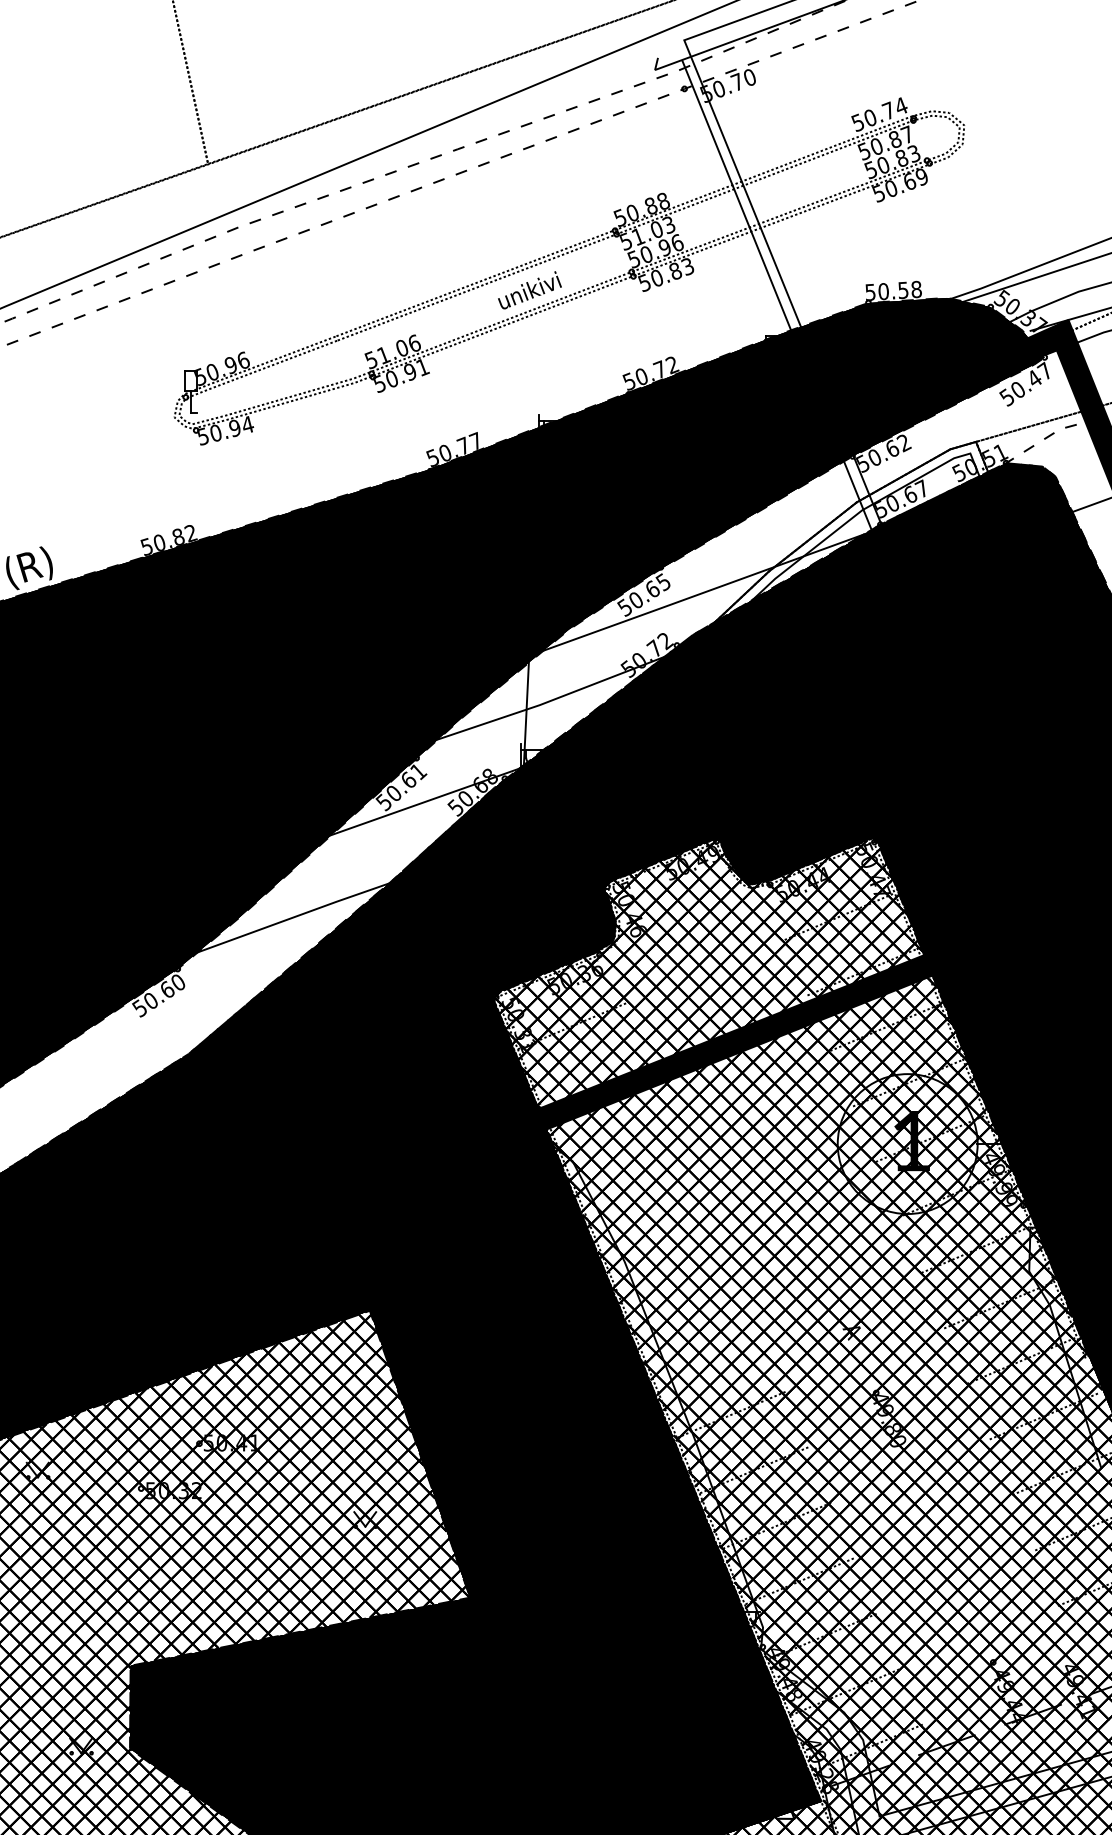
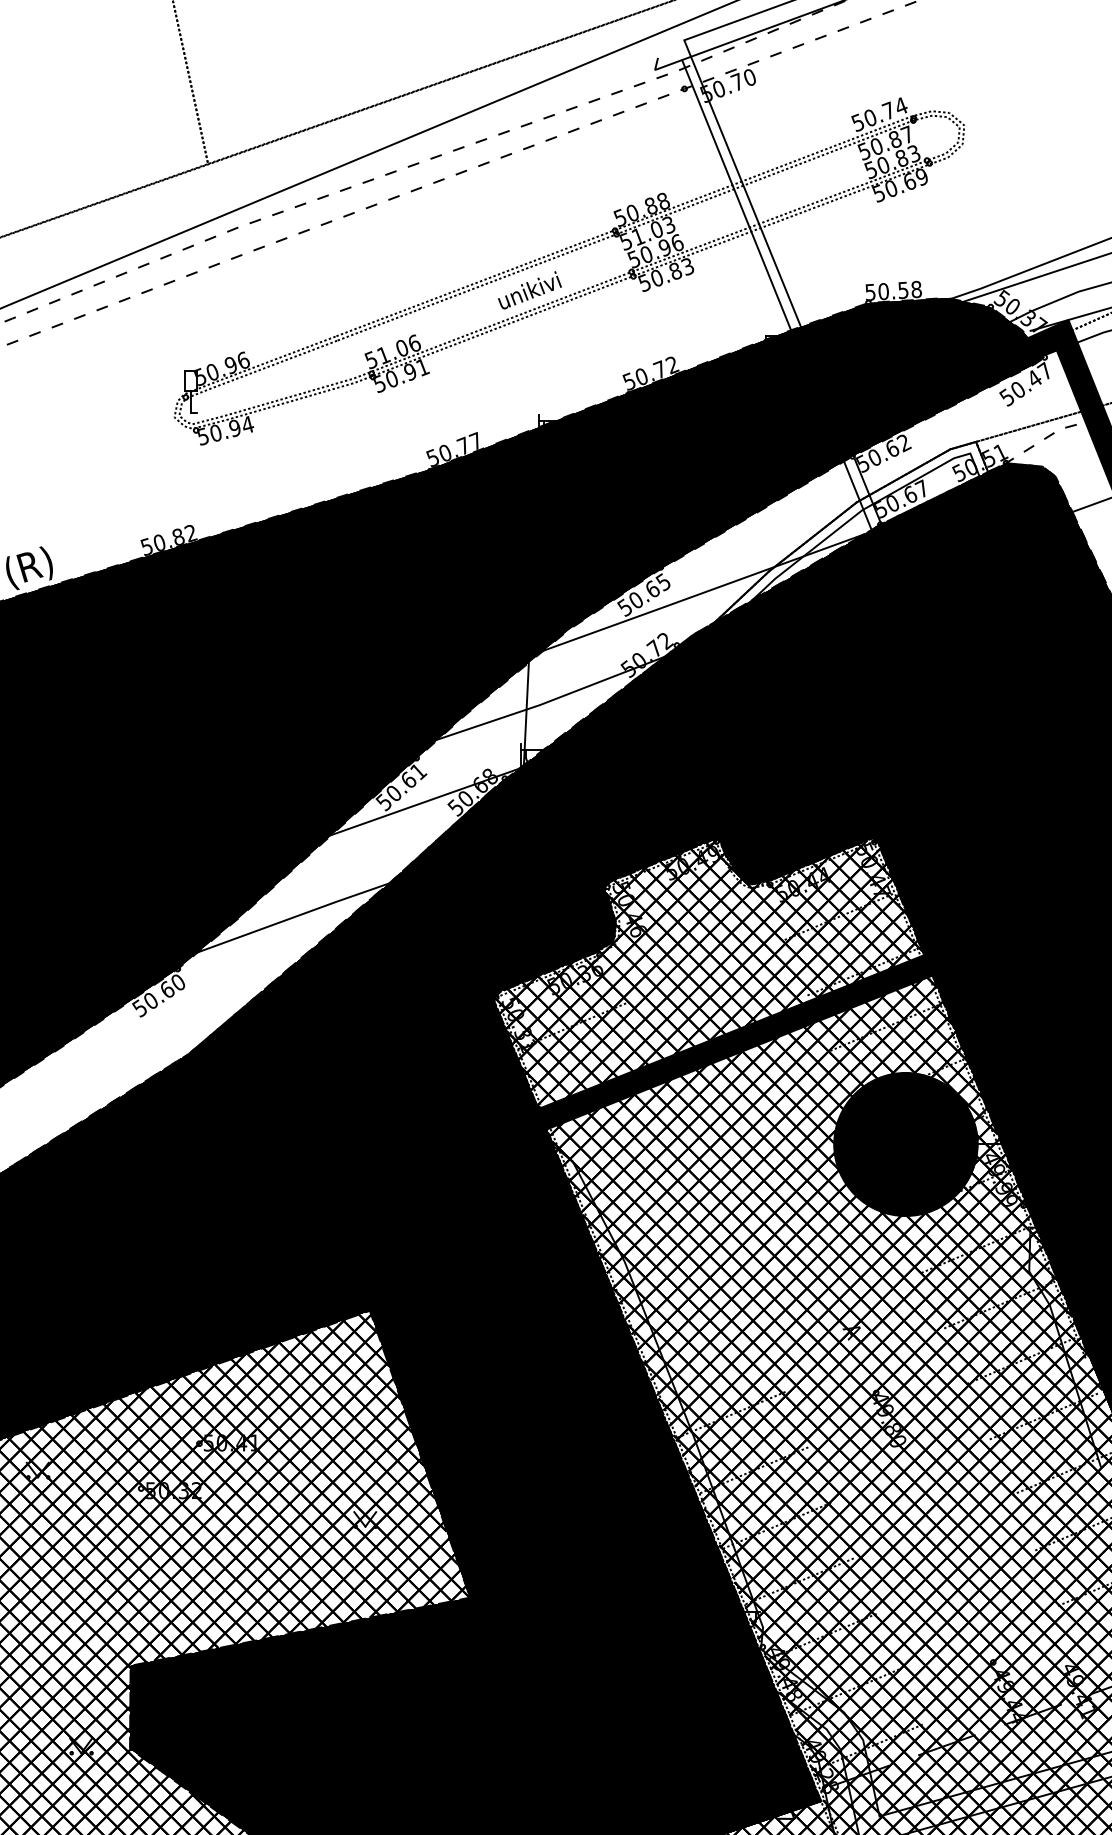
fill at (905, 1143): none -> present
